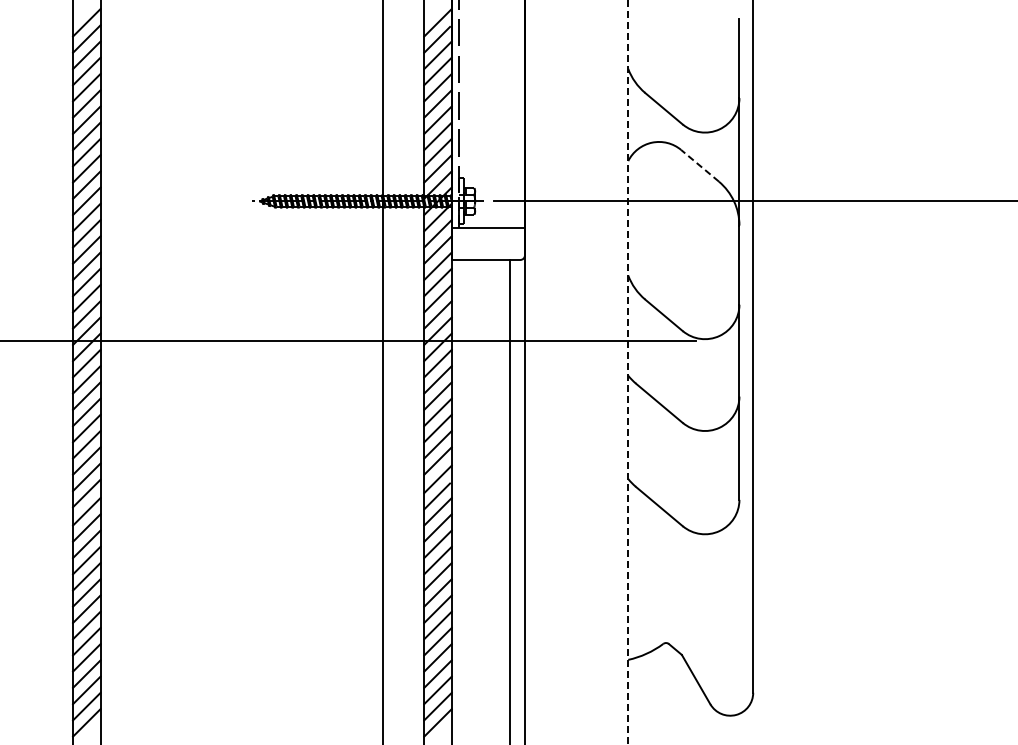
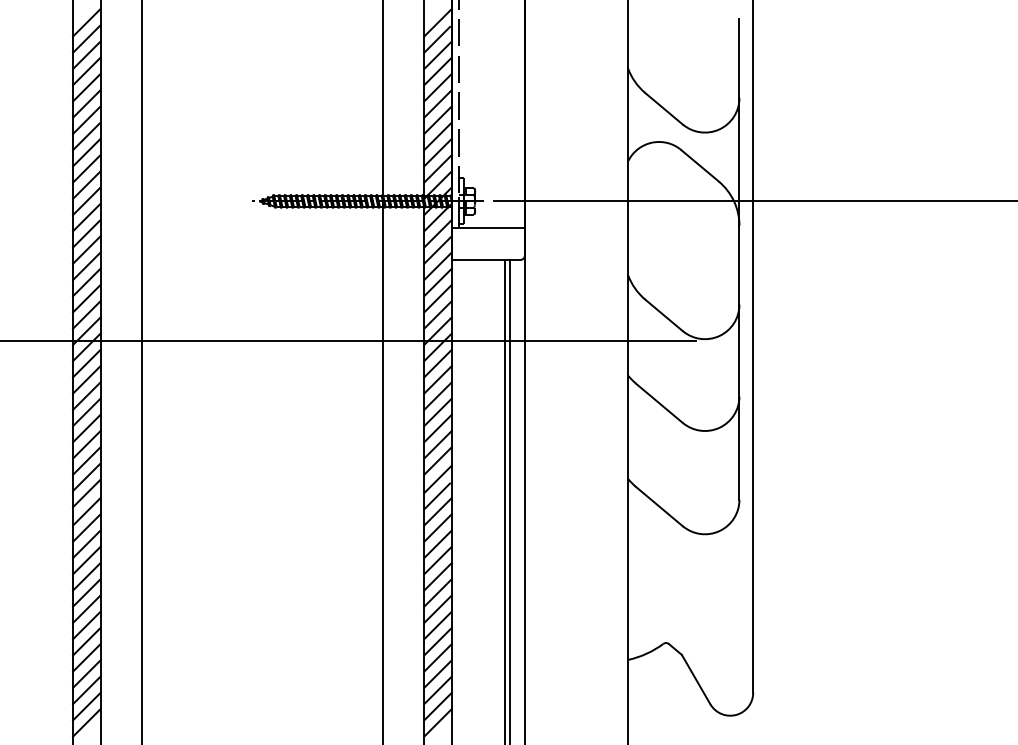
line at (700, 165): dashed -> solid
line at (141, 371): none -> present
line at (628, 372): dashed -> solid
line at (505, 500): none -> present
